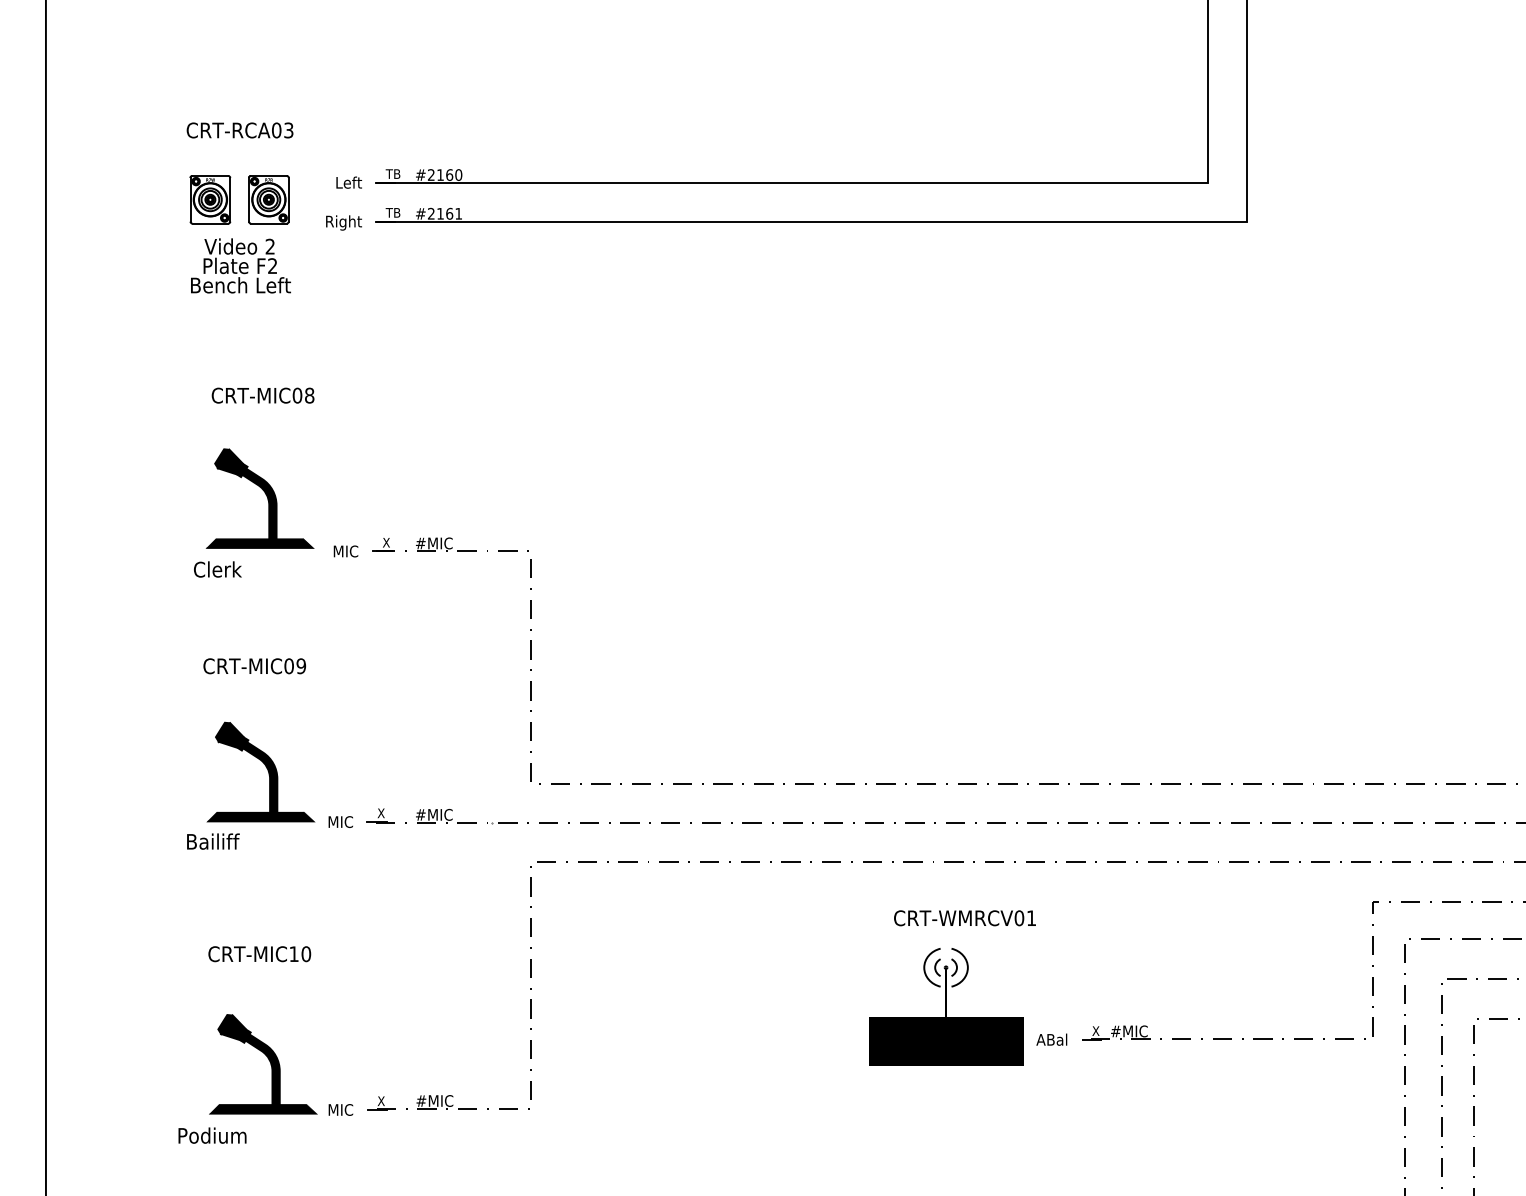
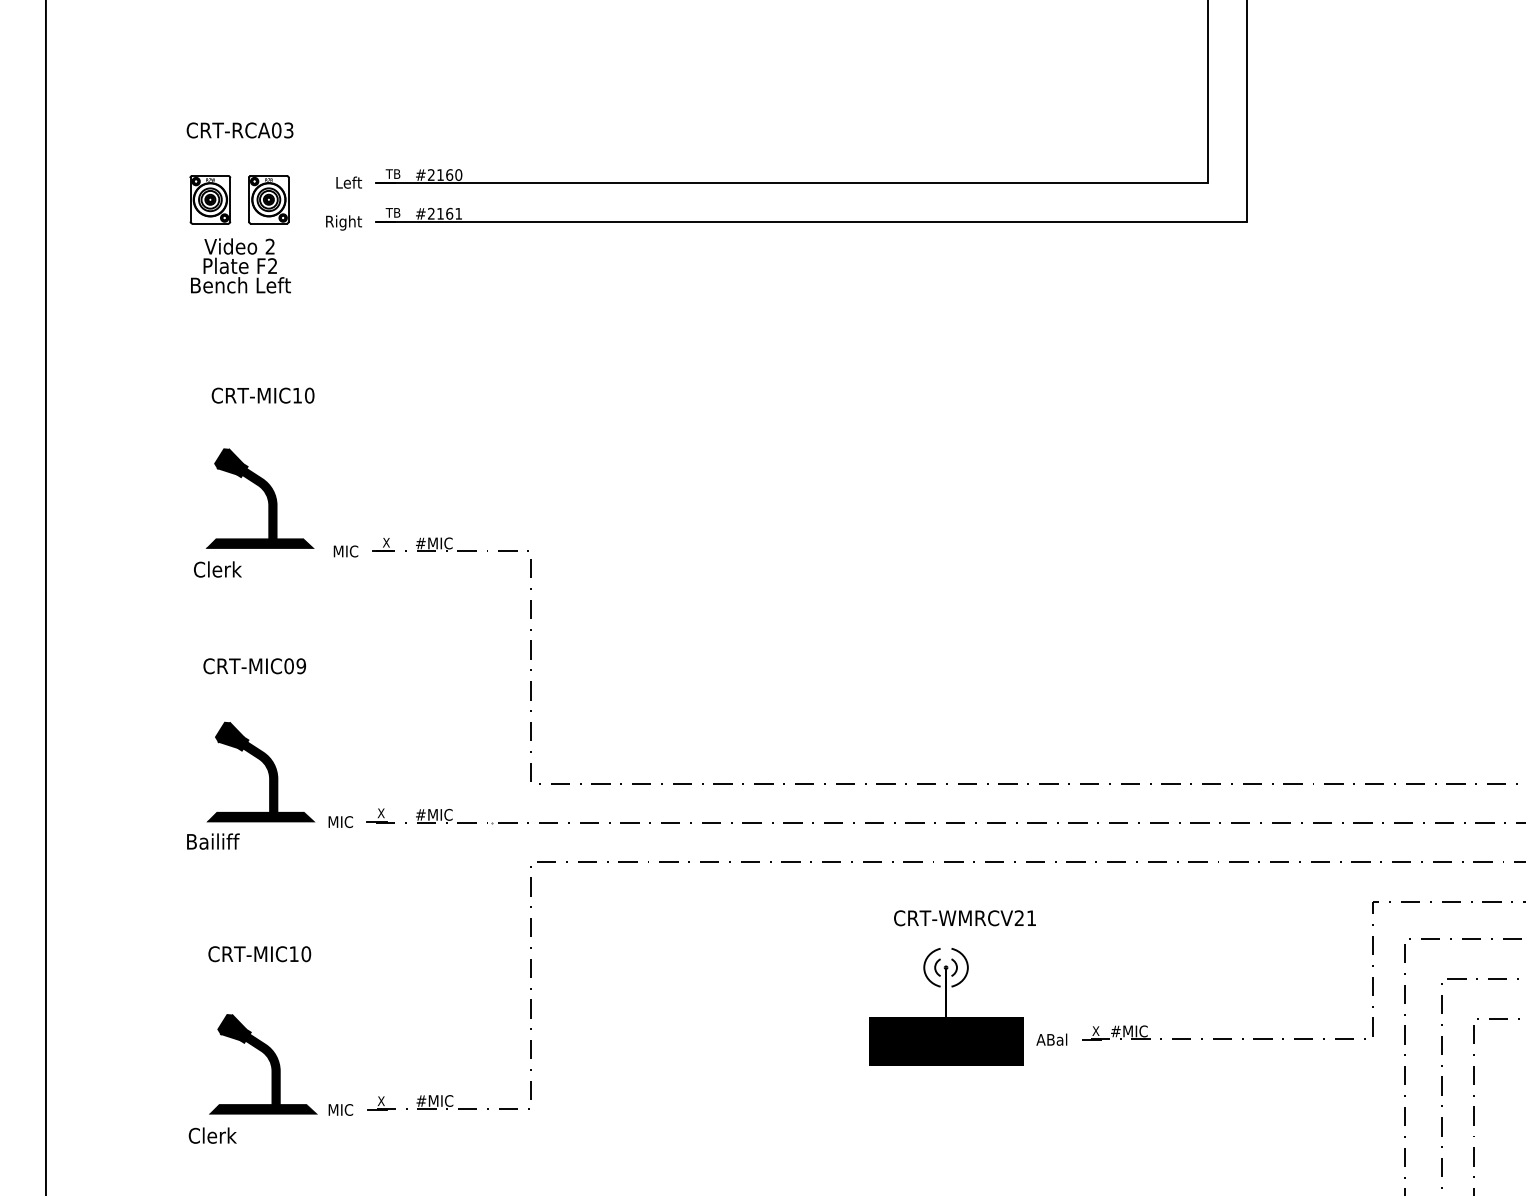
text at (303, 395): CRT-MIC08 -> CRT-MIC10
text at (1019, 918): CRT-WMRCV01 -> CRT-WMRCV21
text at (212, 1135): Podium -> Clerk
